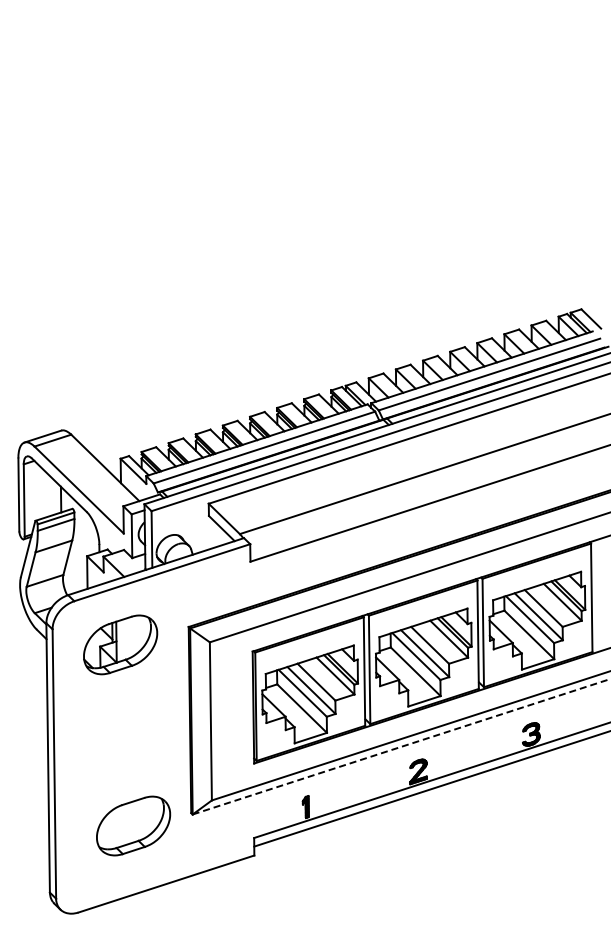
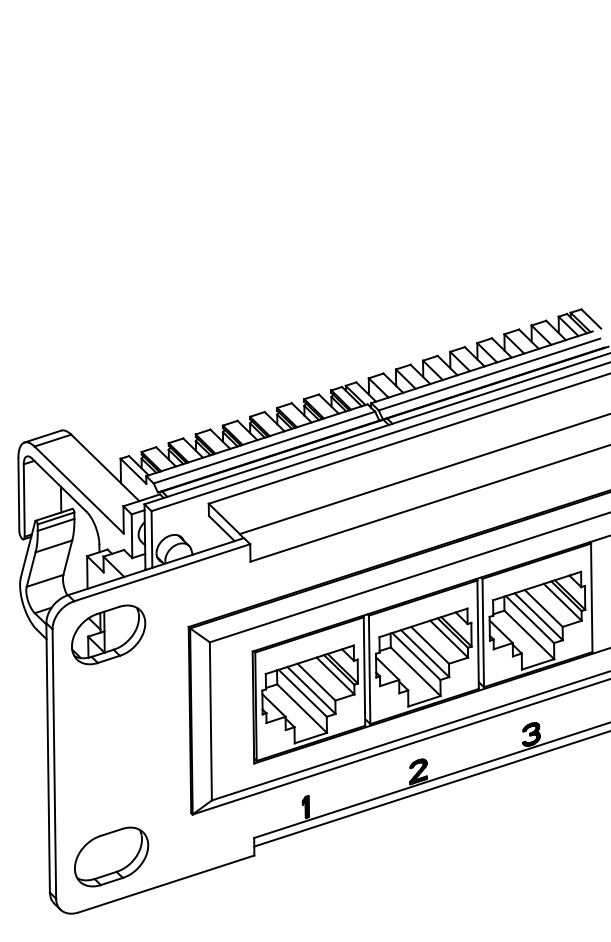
part at (120, 644) position: (120, 644) -> (108, 634)
line at (401, 746): dashed -> solid
part at (133, 825) position: (133, 825) -> (111, 856)
